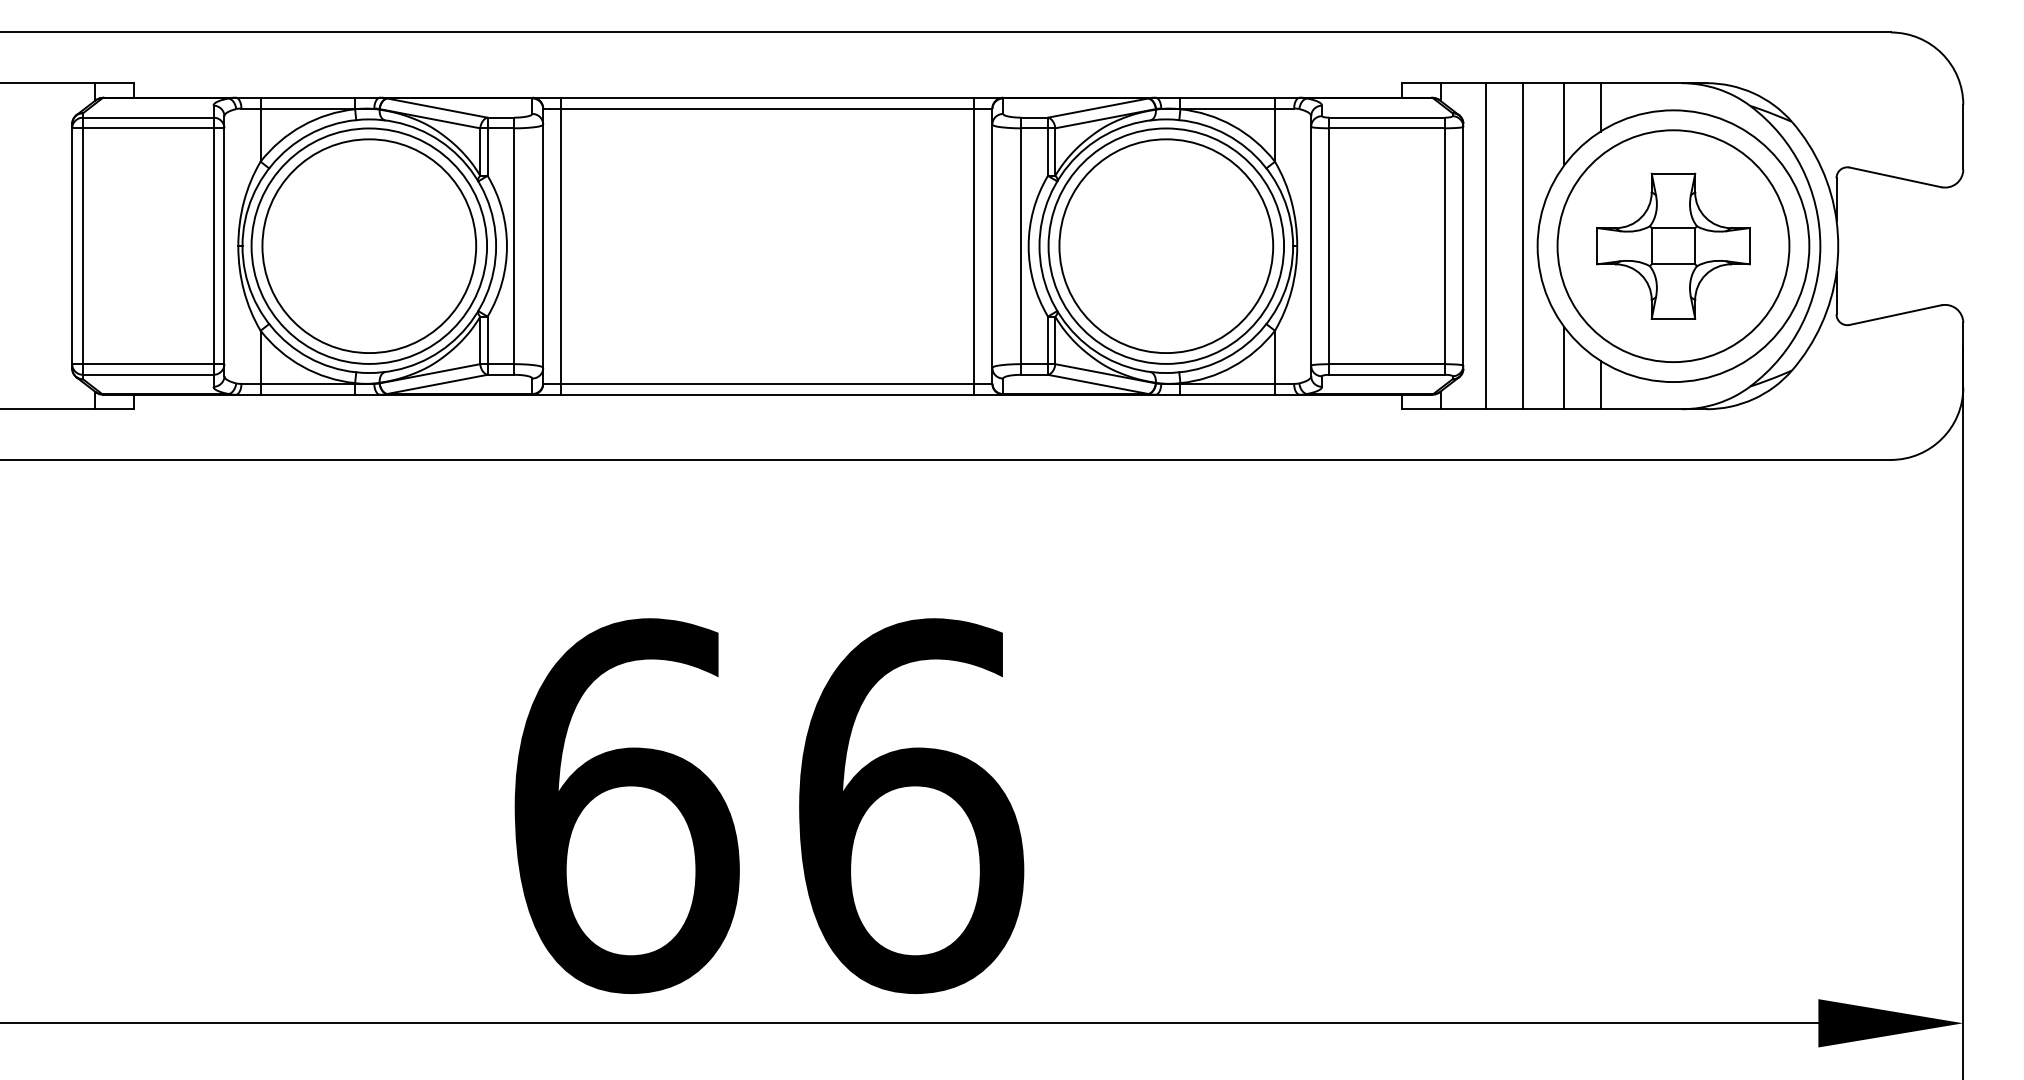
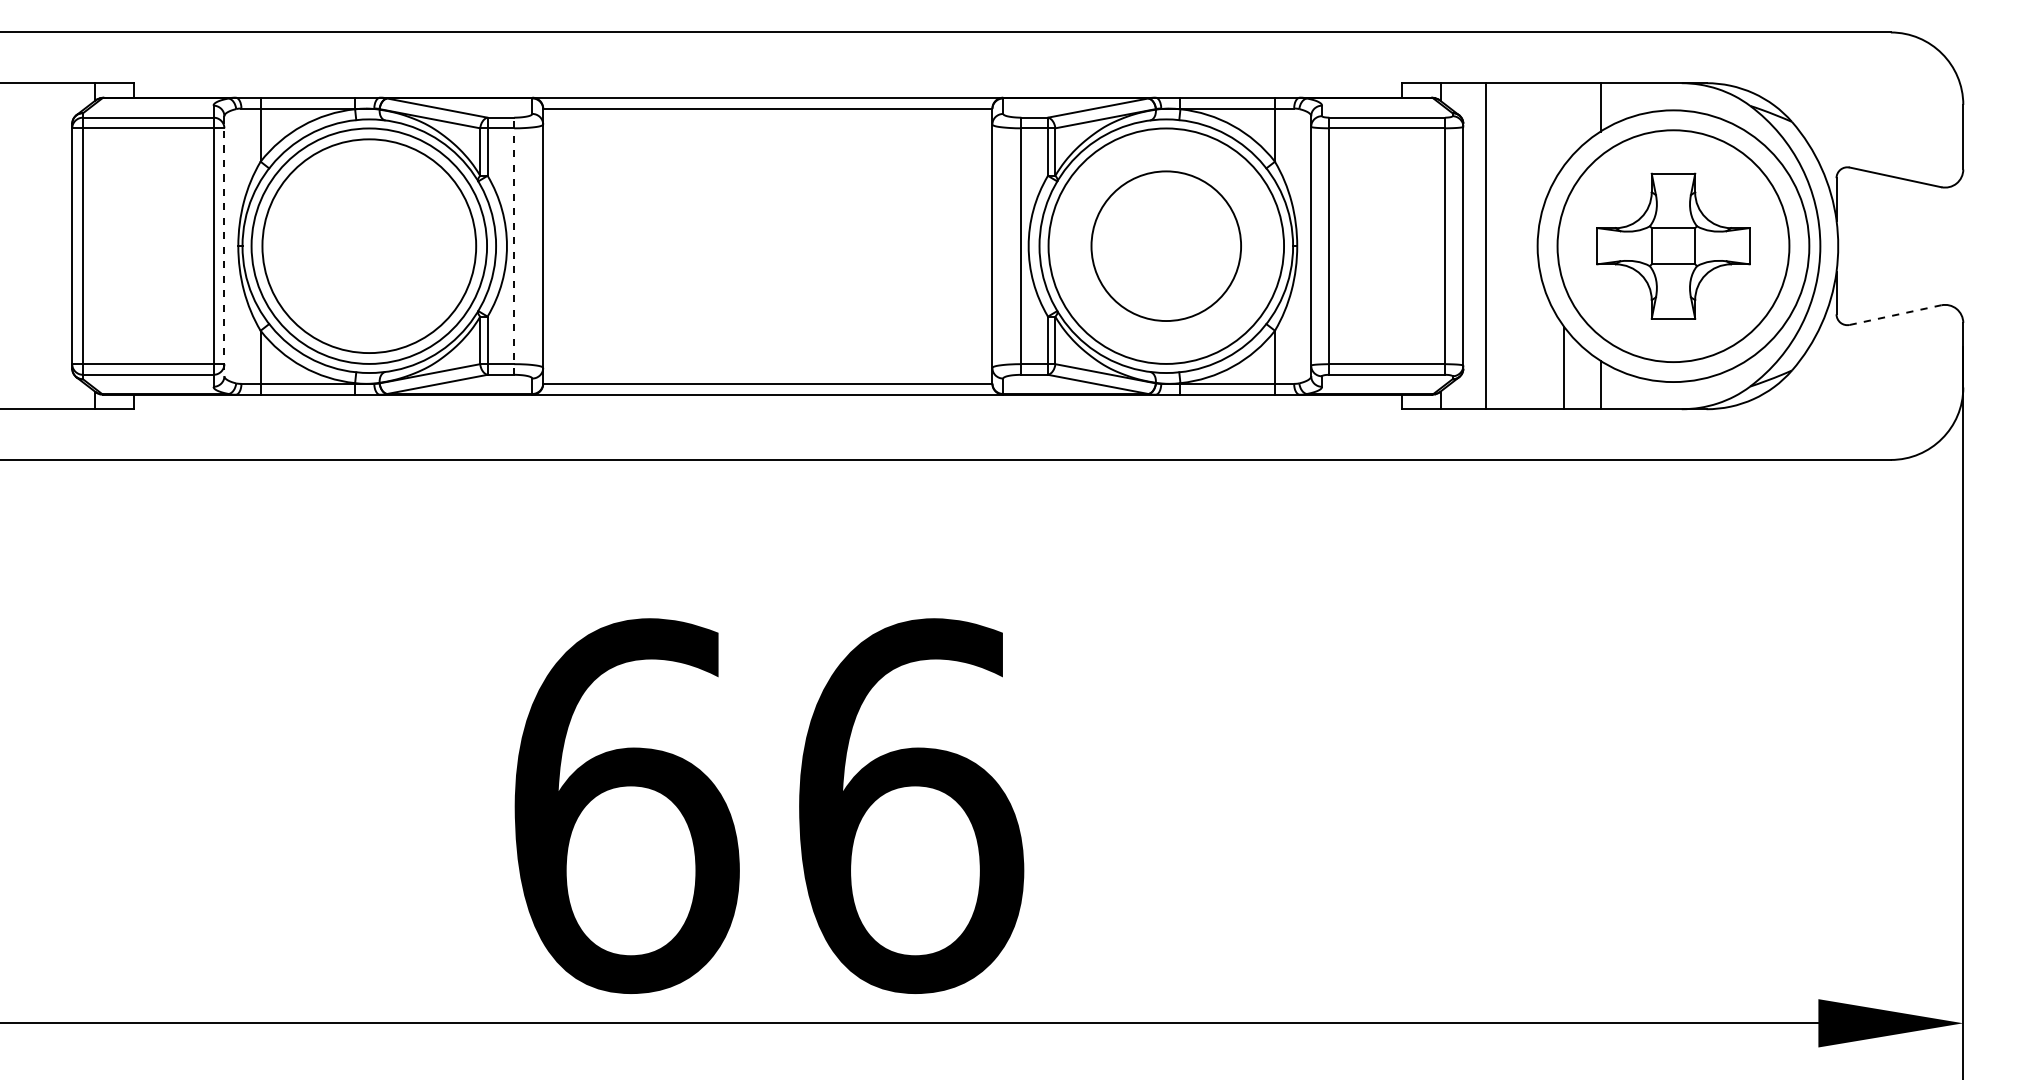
line at (1564, 124): present -> none
line at (561, 245): present -> none
line at (974, 245): present -> none
line at (224, 246): solid -> dashed
line at (514, 246): solid -> dashed
circle at (1166, 246) diameter: 214 px -> 150 px
line at (1522, 246): present -> none
line at (1895, 315): solid -> dashed
